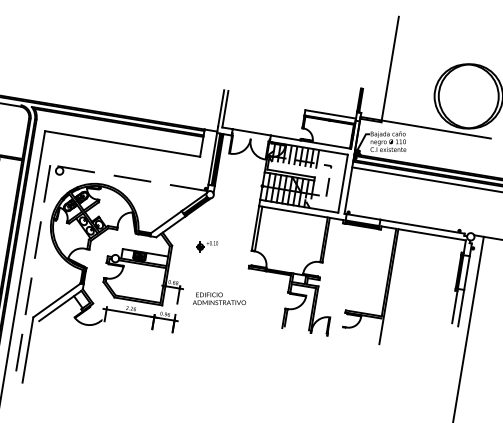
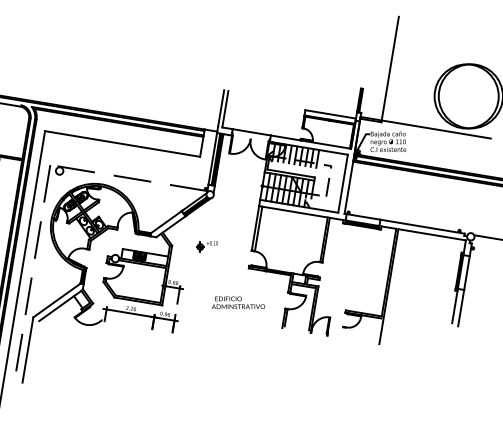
line at (425, 179): present -> none
text at (219, 298) position: (219, 298) -> (238, 302)
line at (468, 327): present -> none
